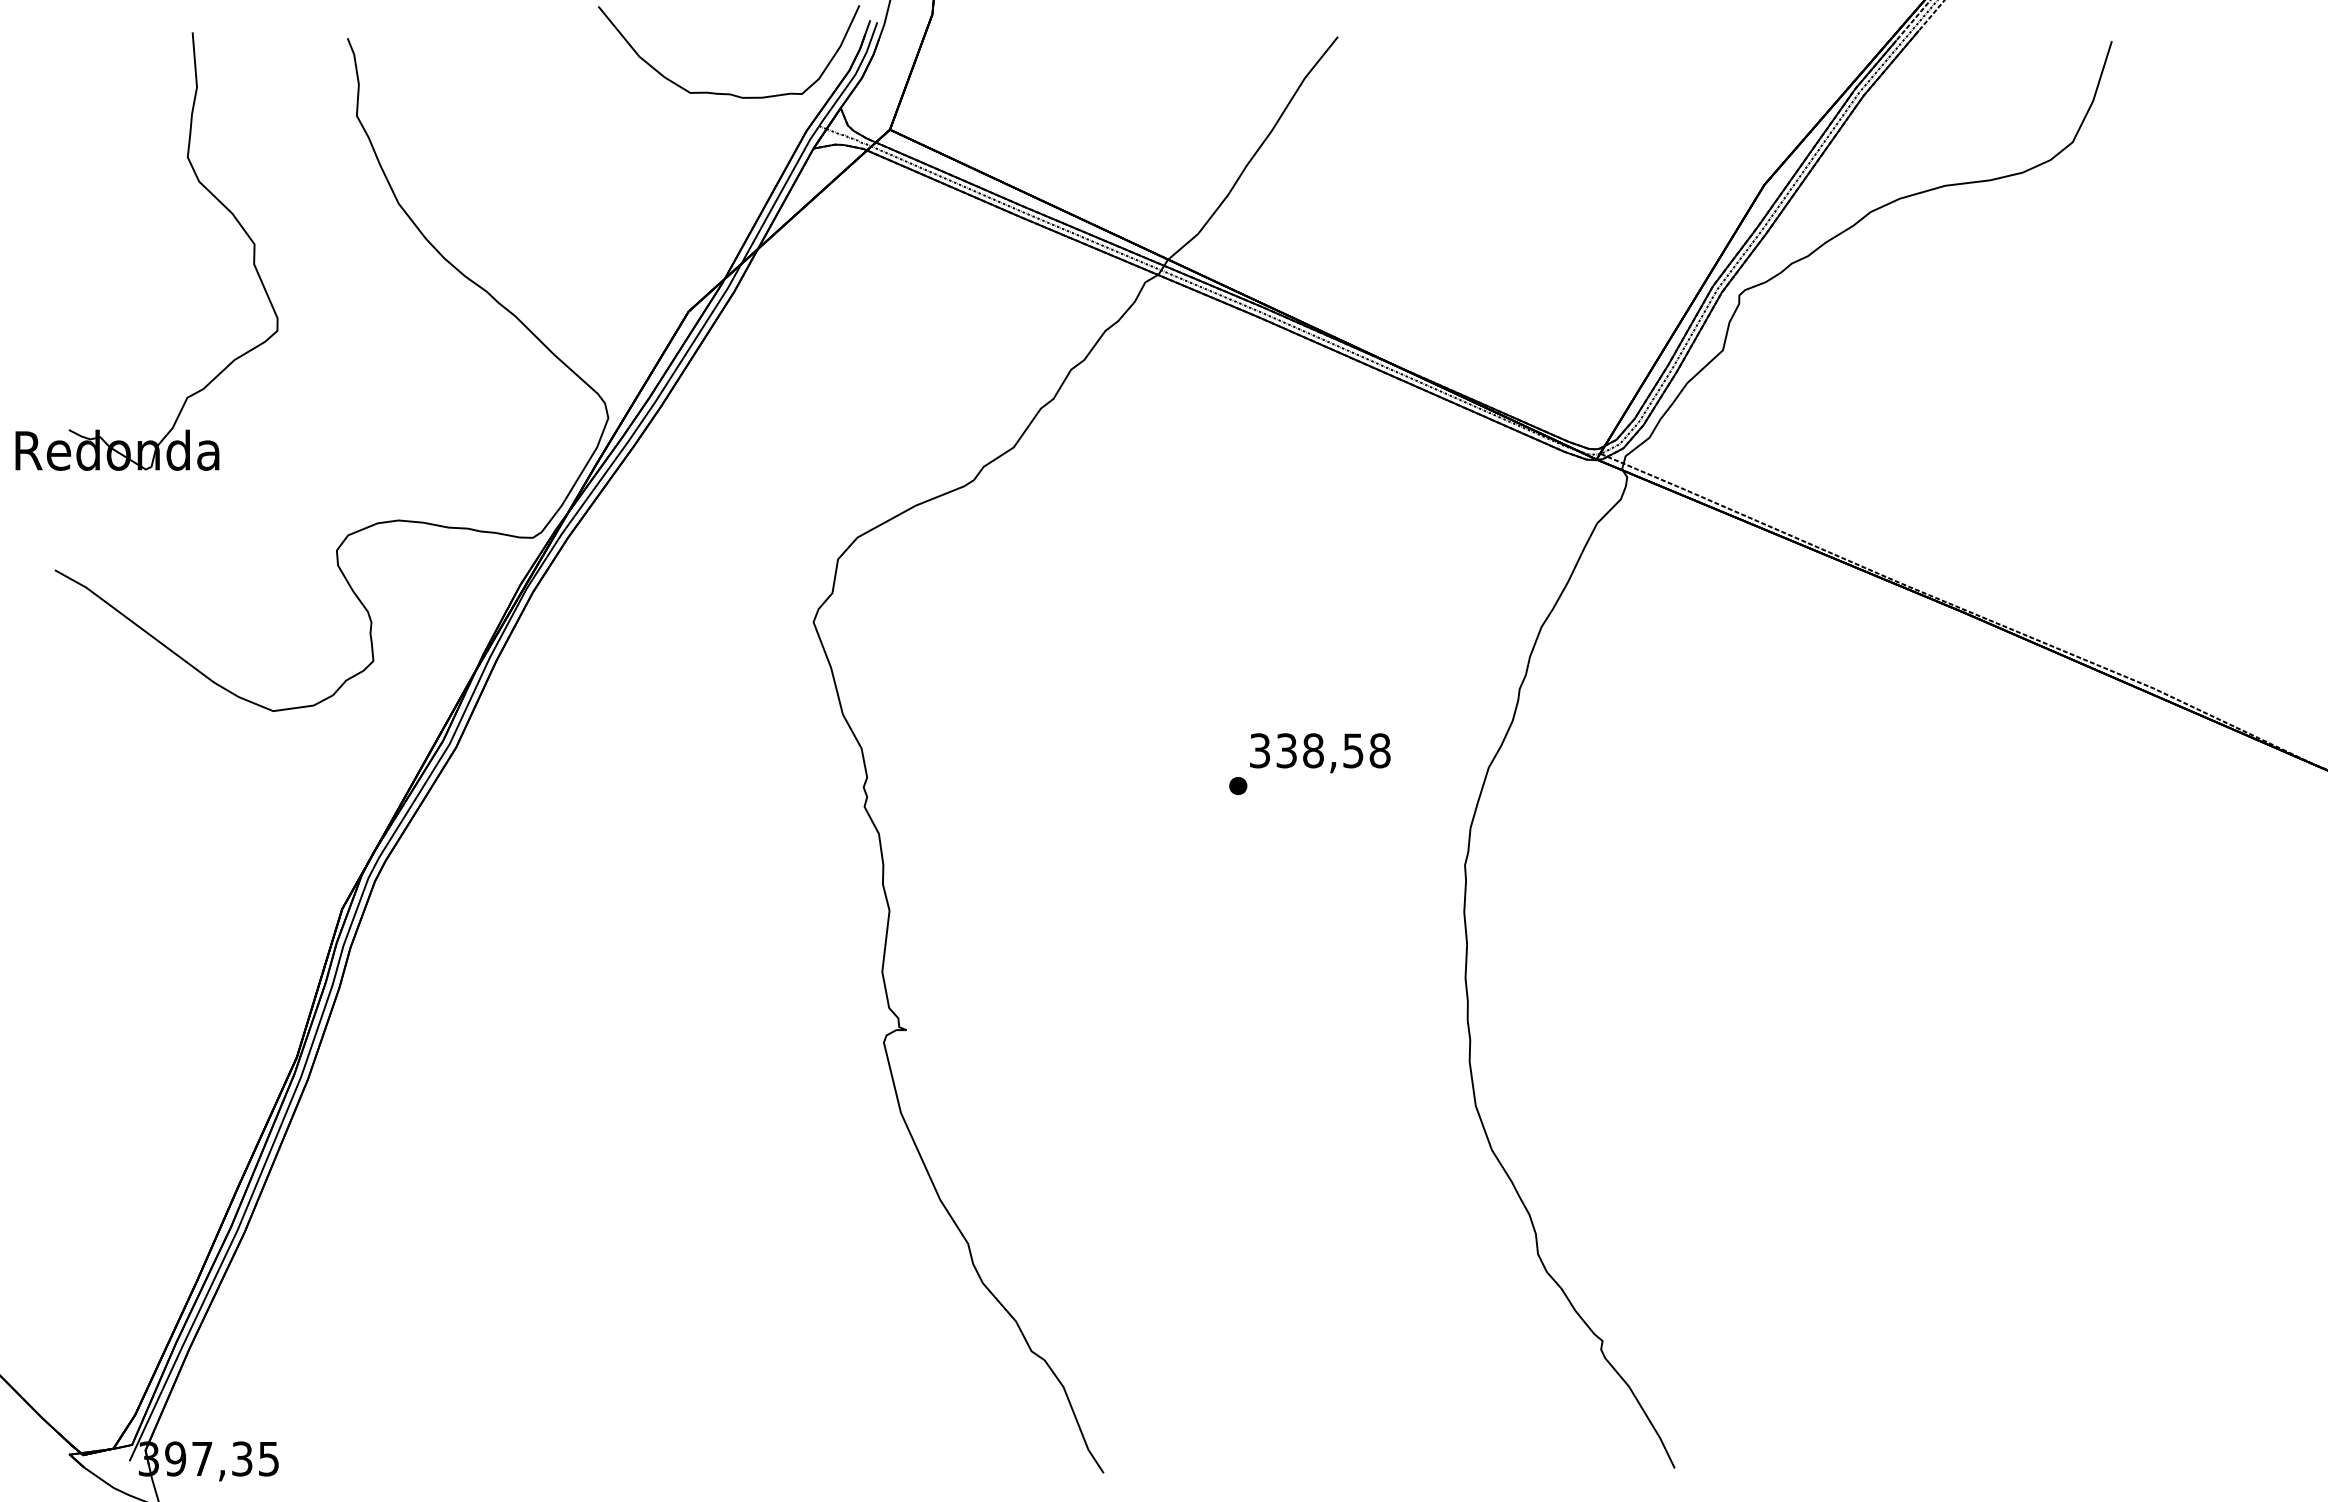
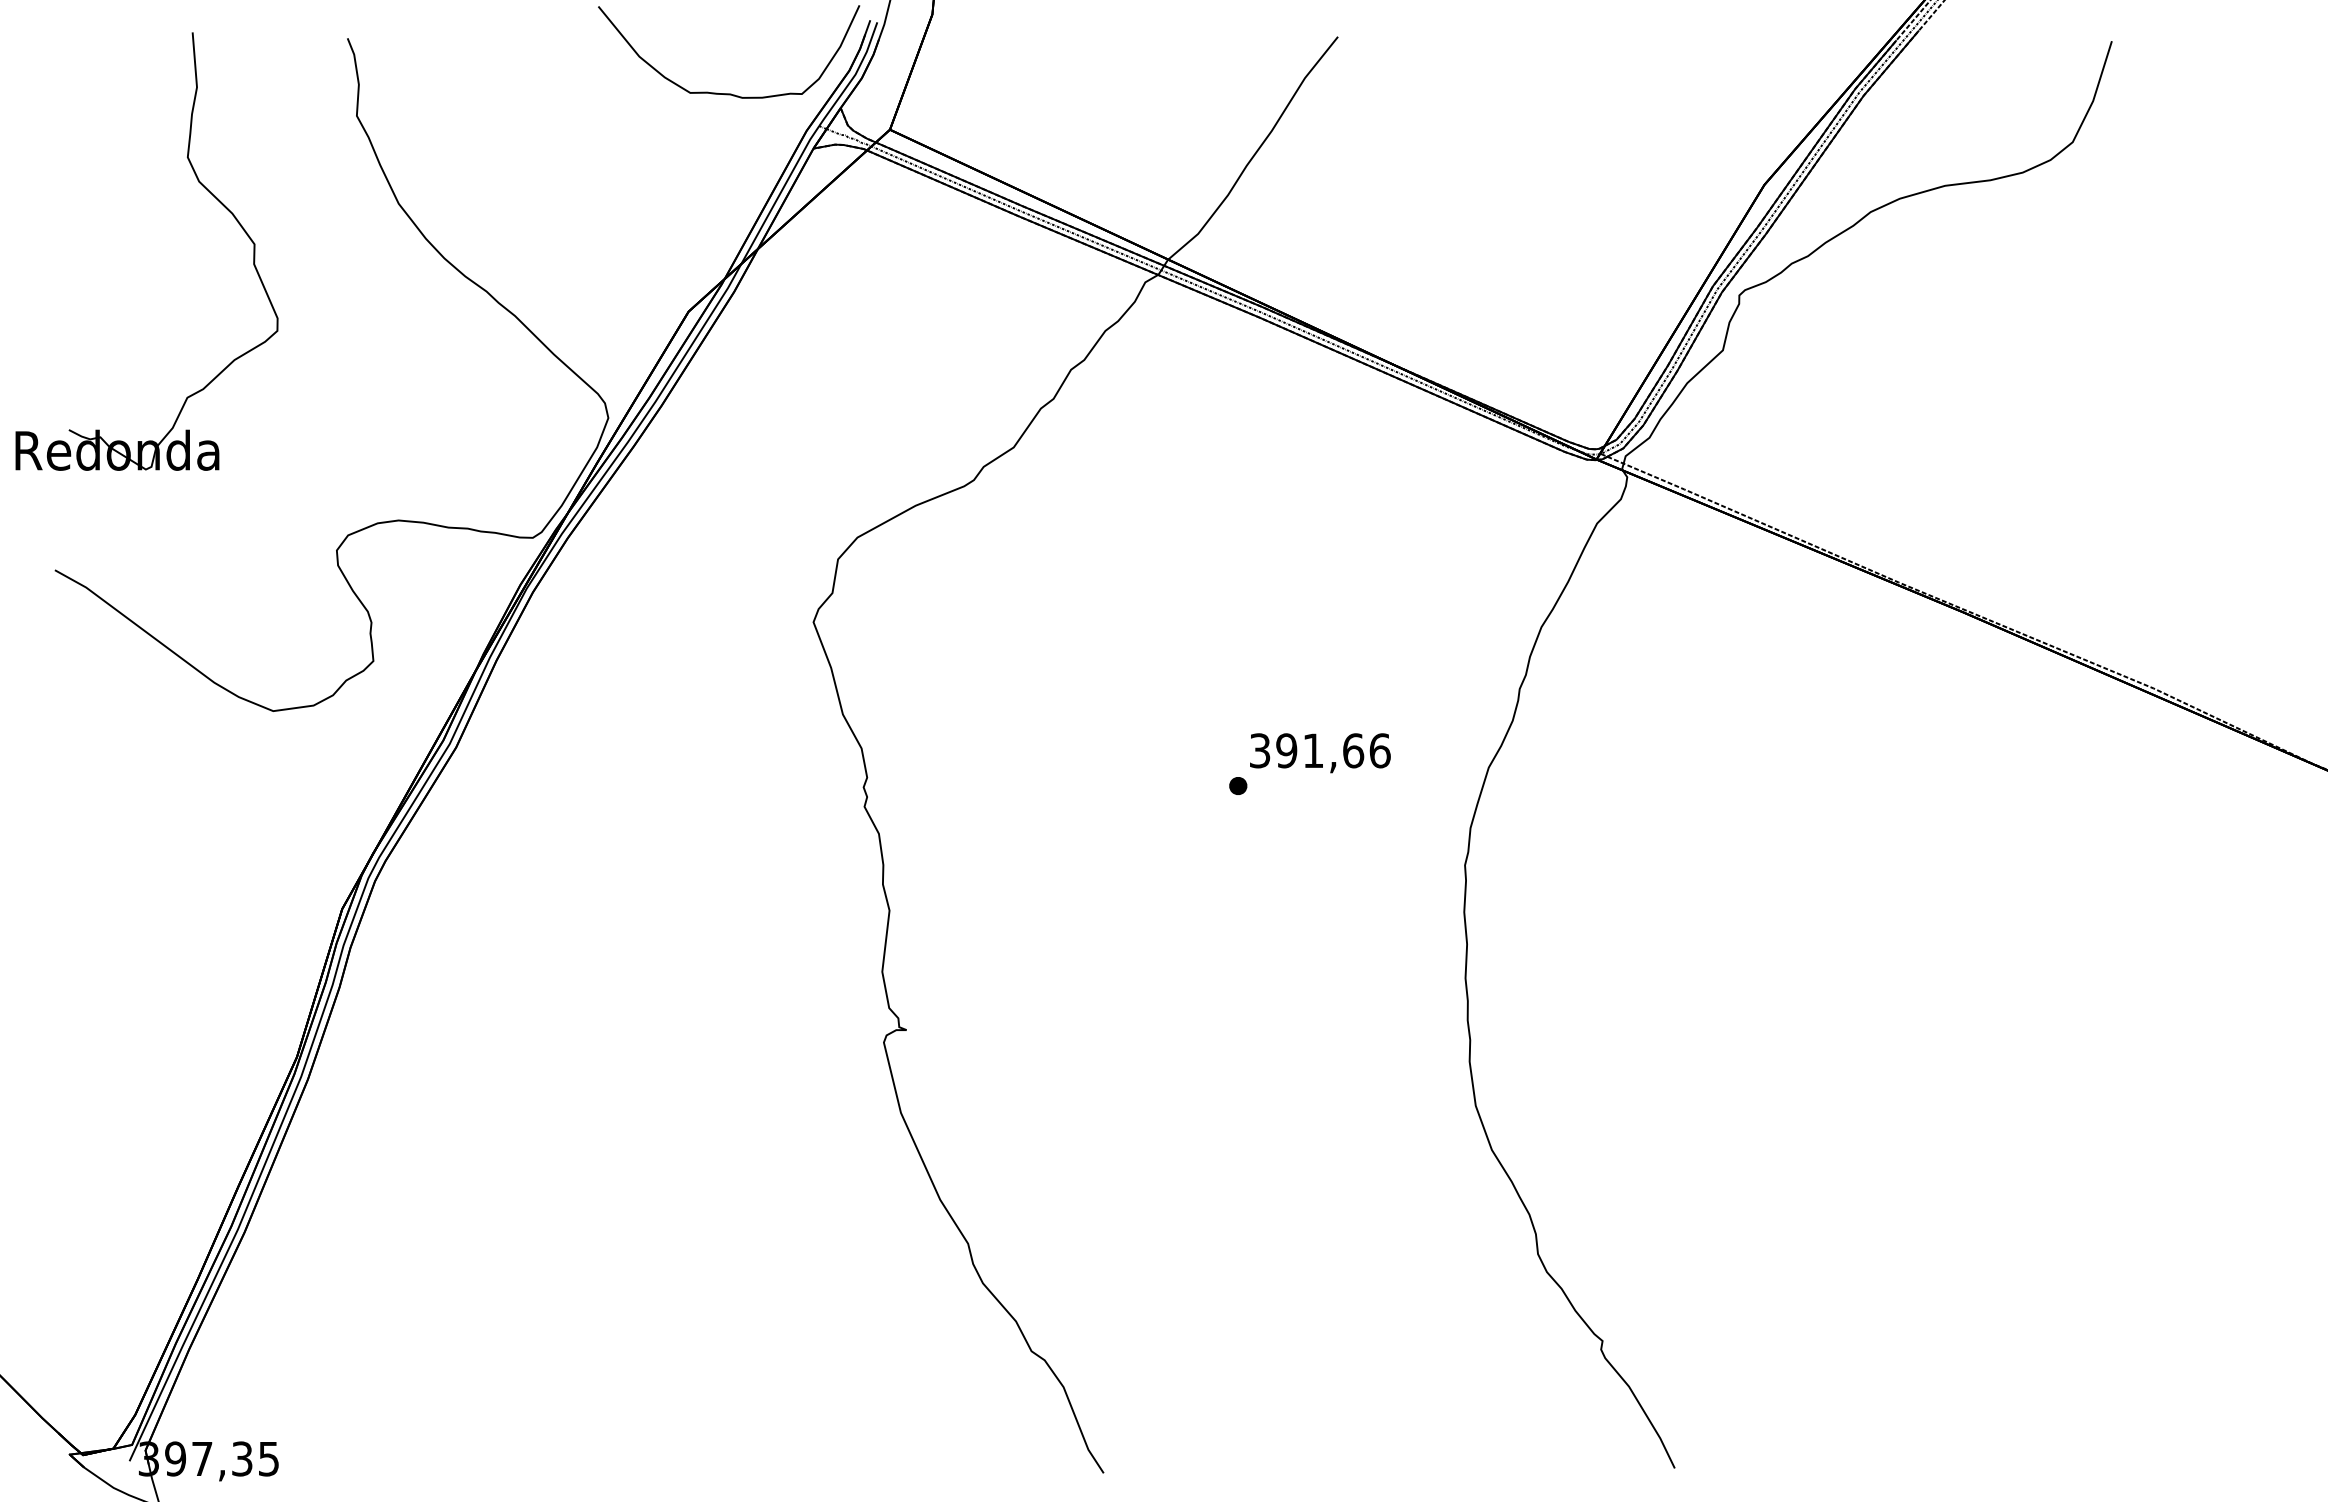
text at (1333, 750): 338,58 -> 391,66
